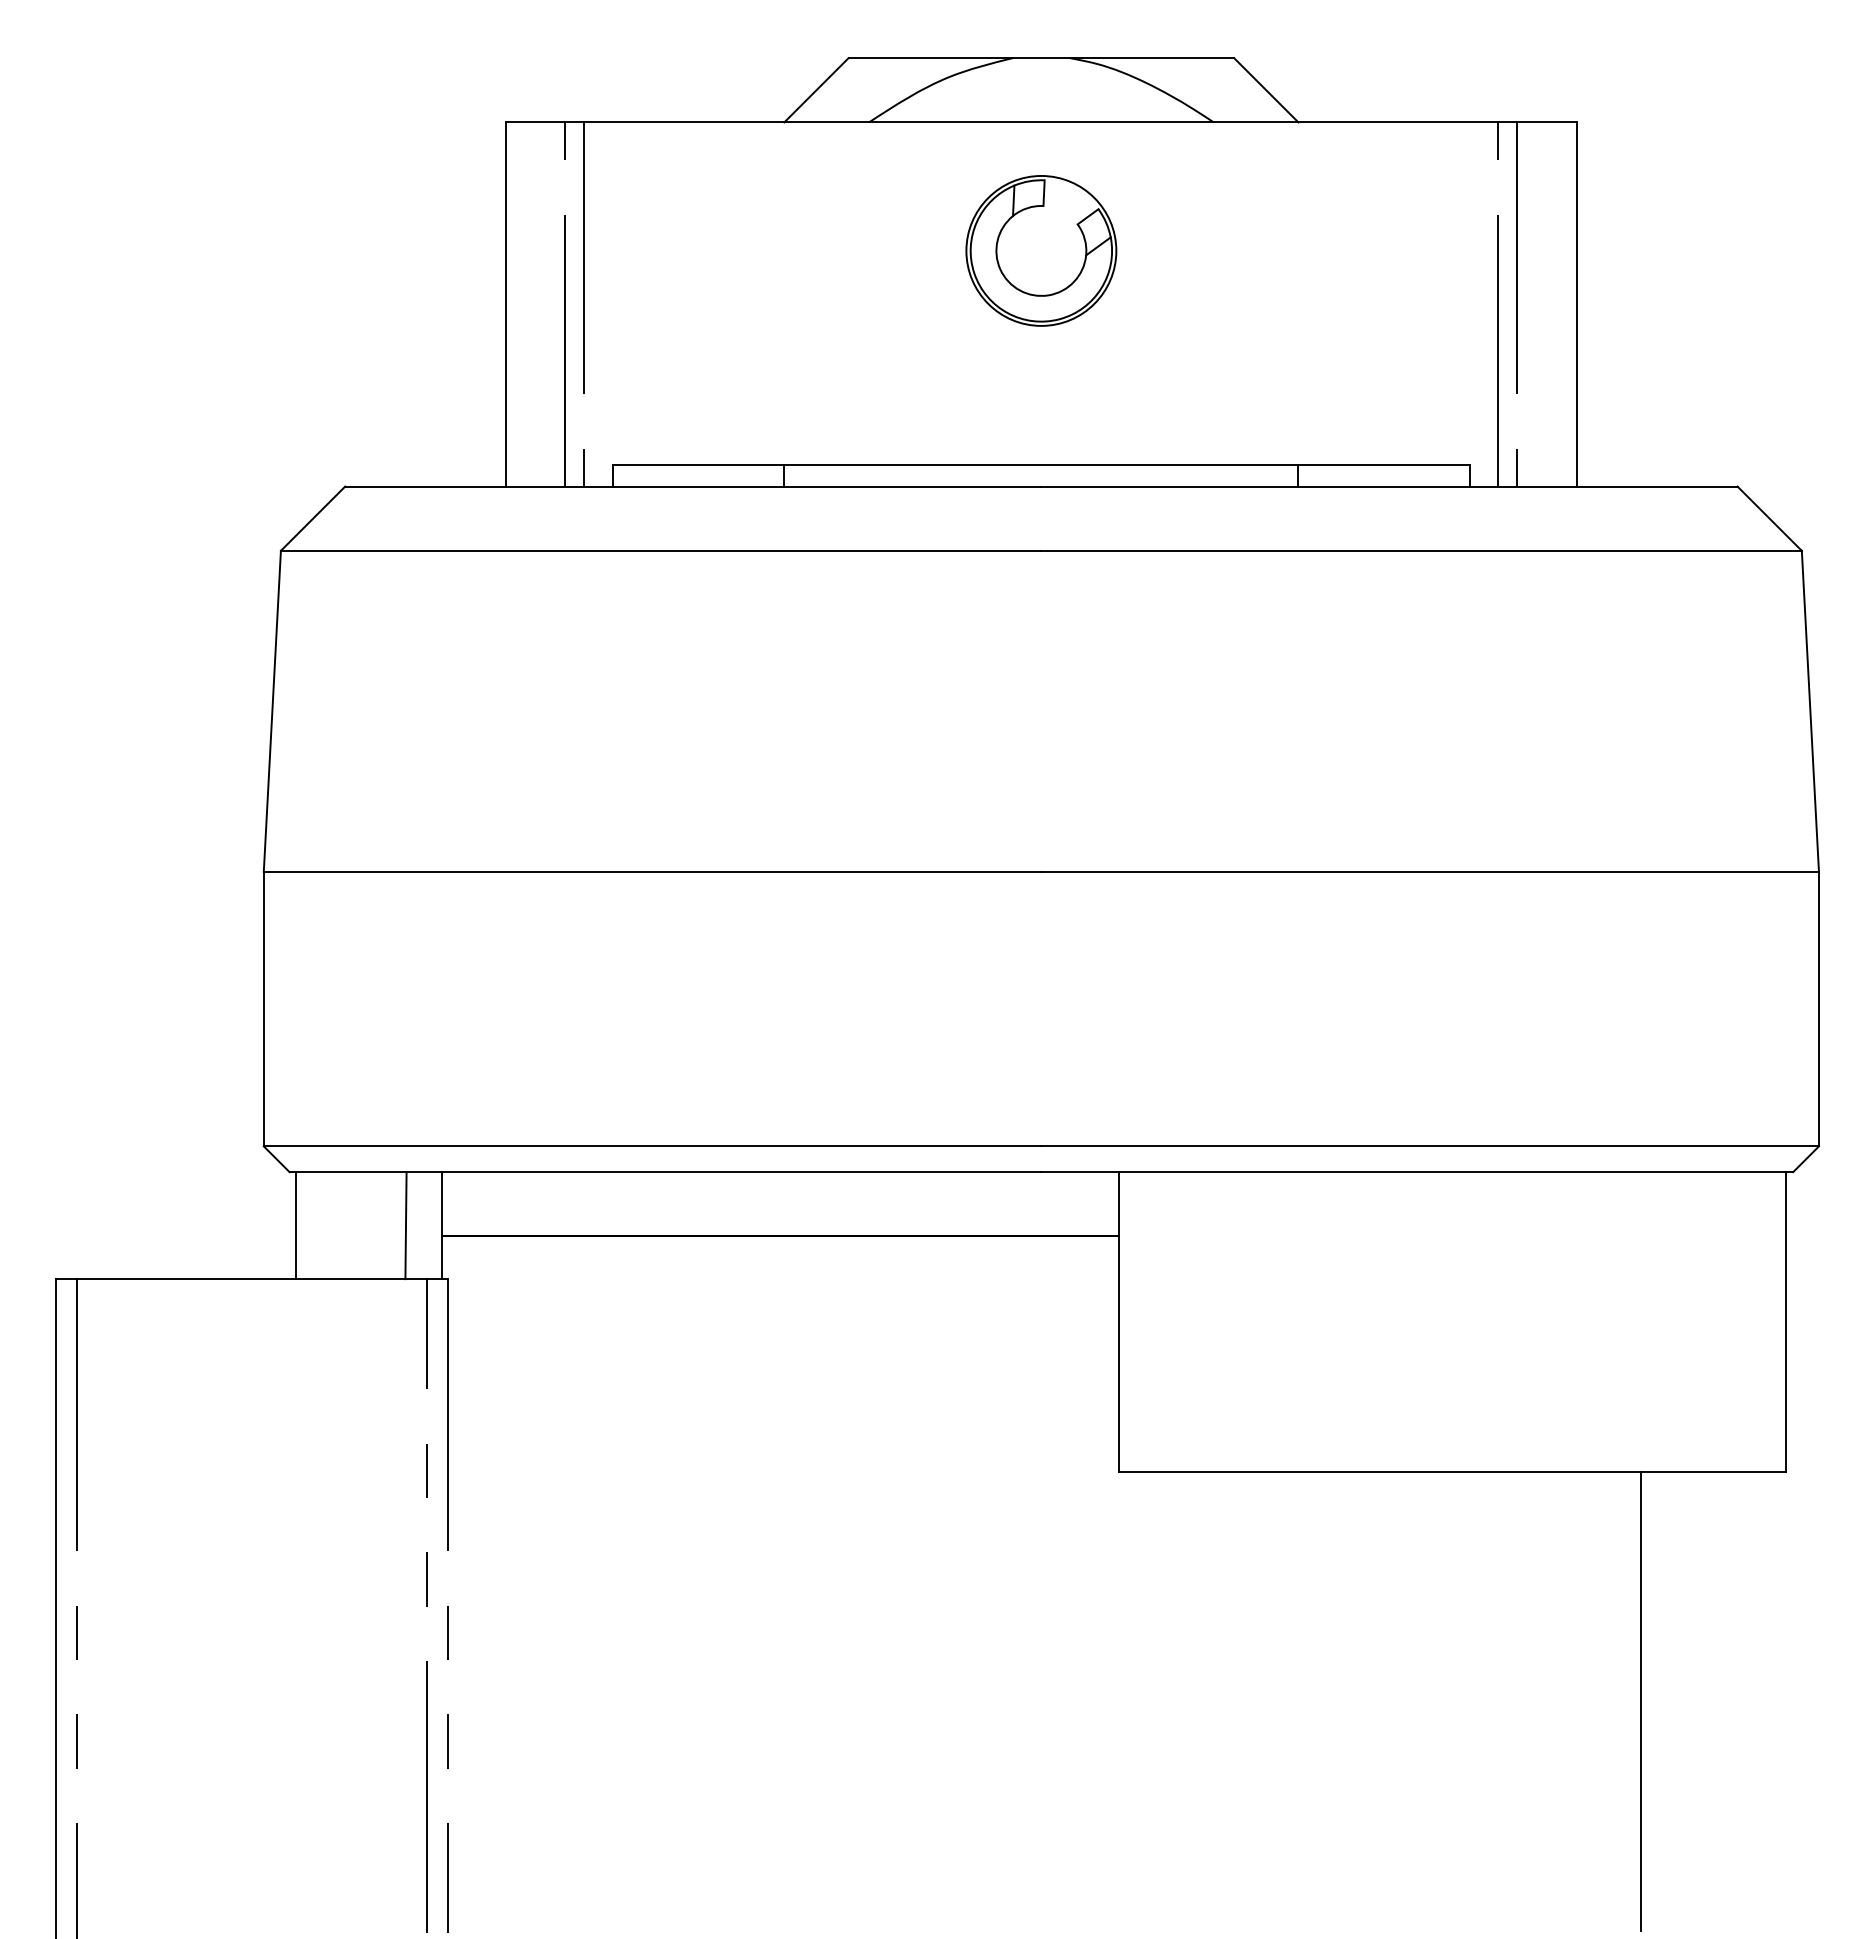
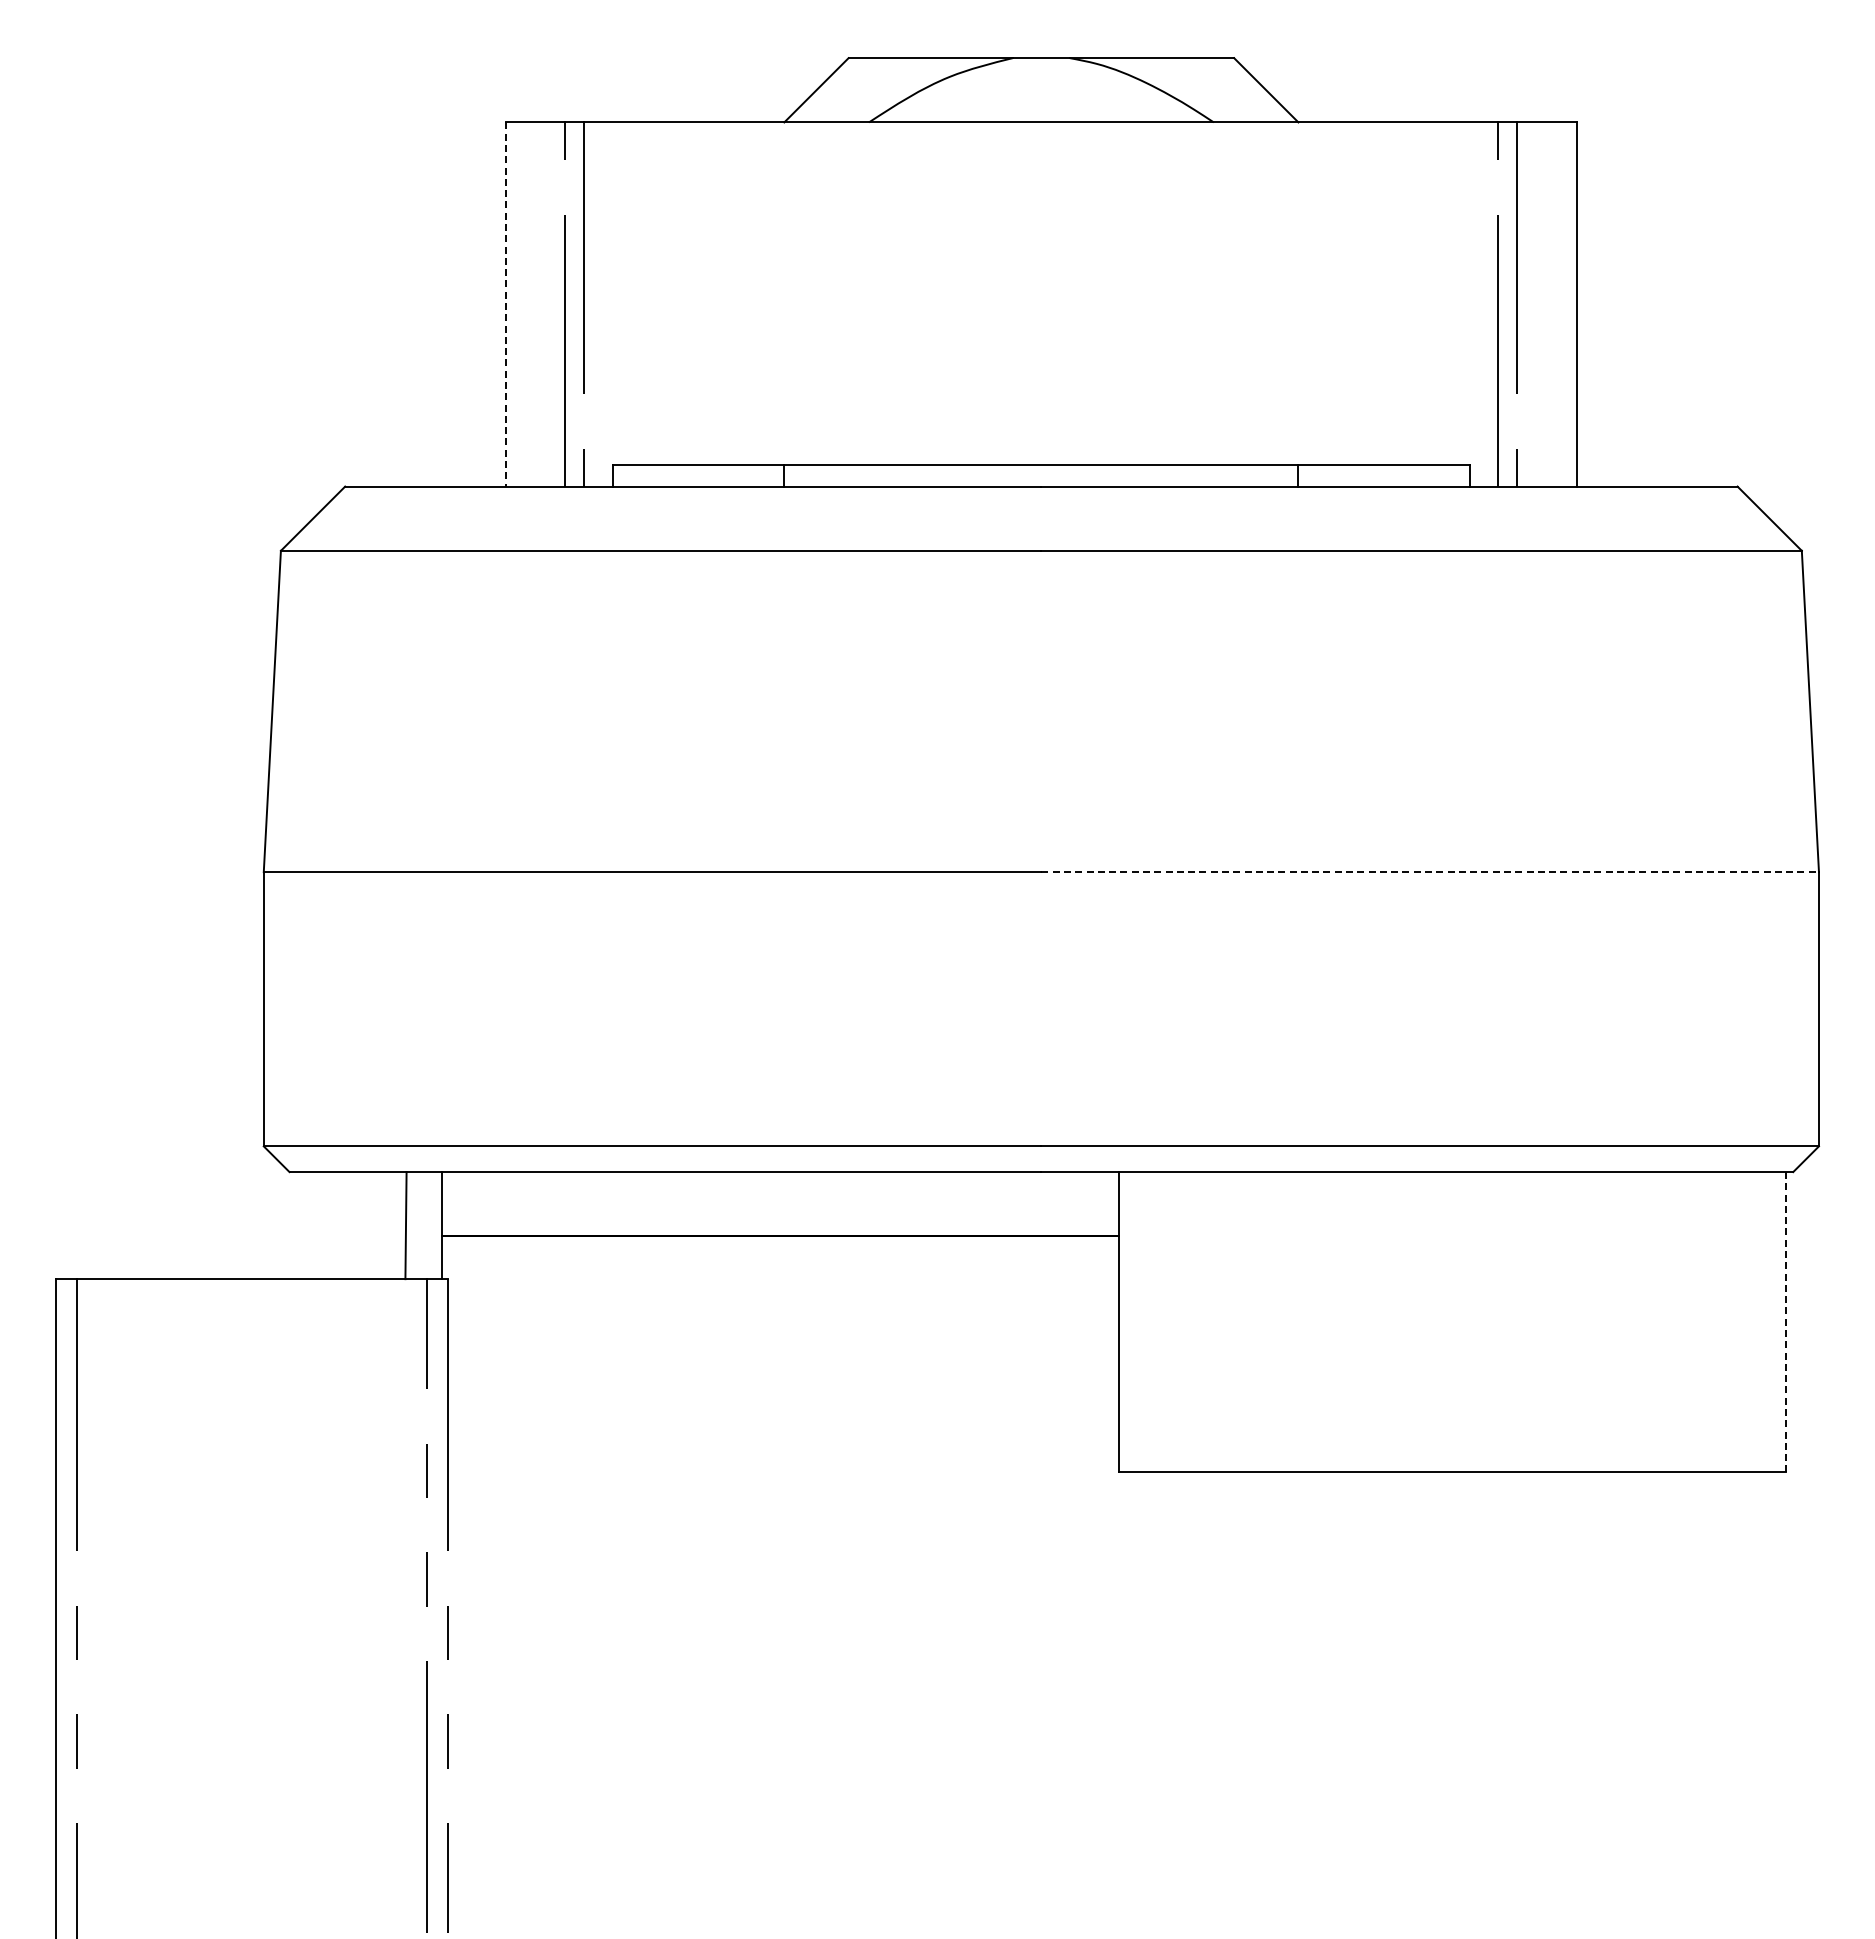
part at (1041, 250): present -> none
line at (505, 305): solid -> dashed
line at (1430, 872): solid -> dashed
line at (295, 1225): present -> none
line at (1786, 1322): solid -> dashed
line at (1641, 1701): present -> none
